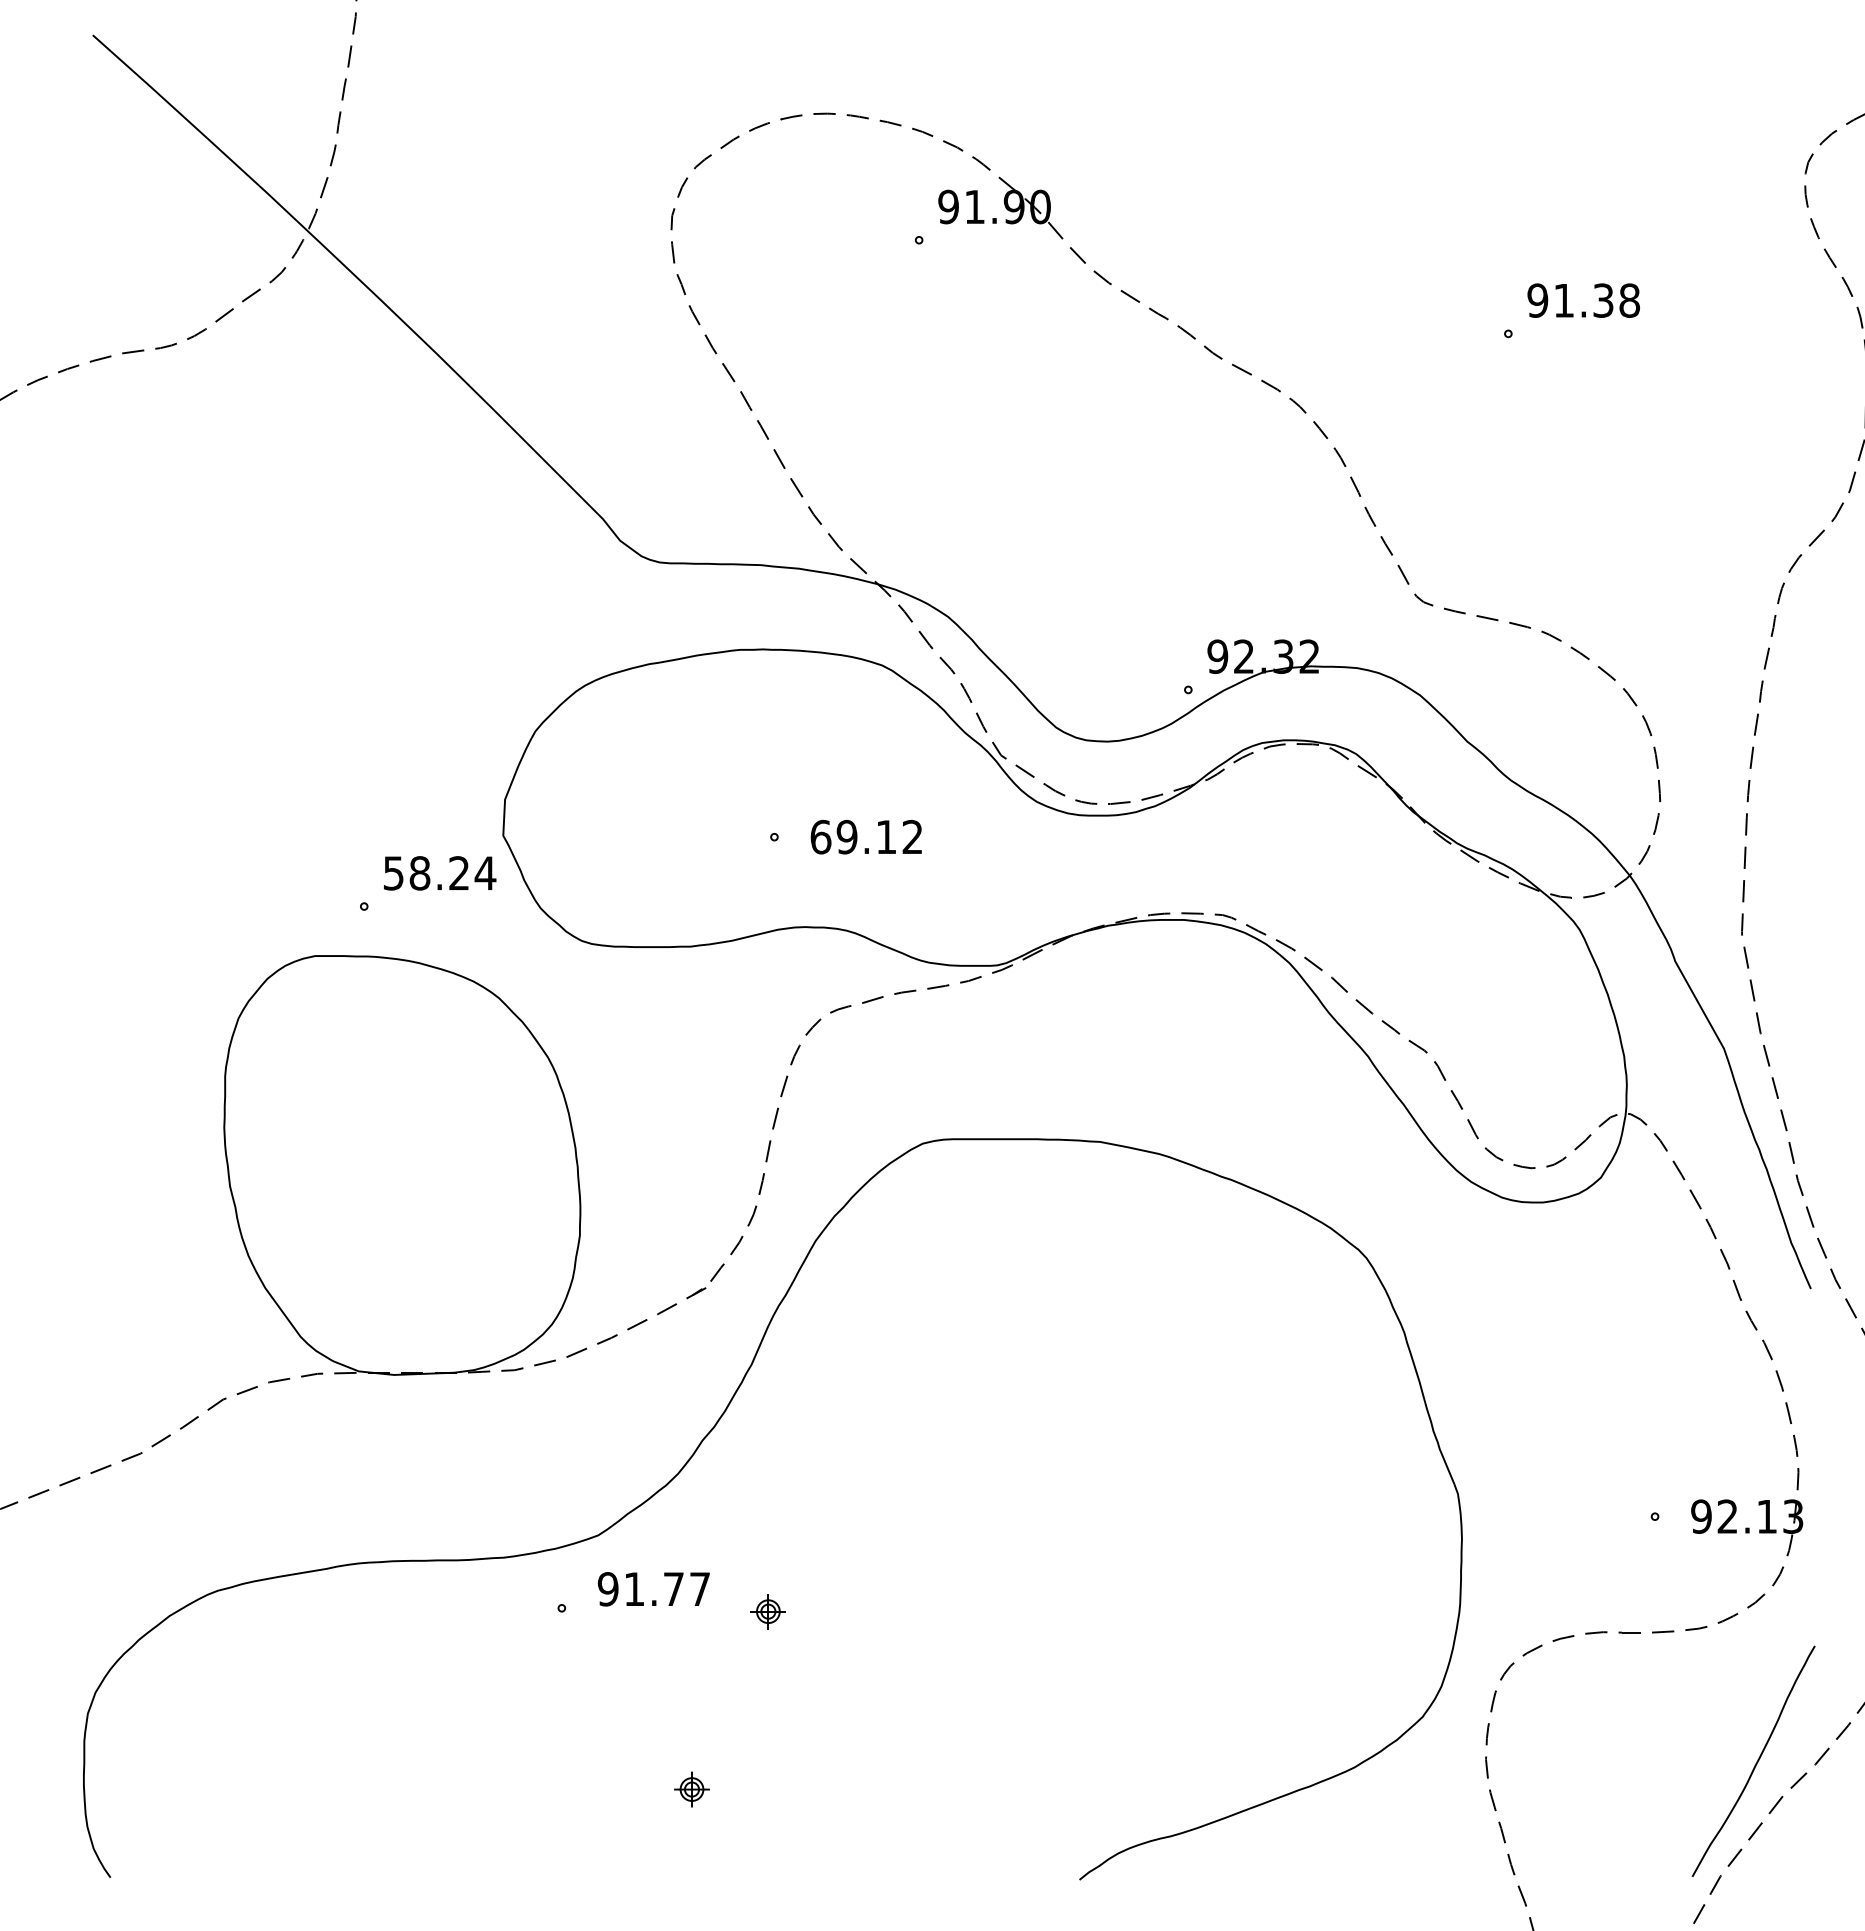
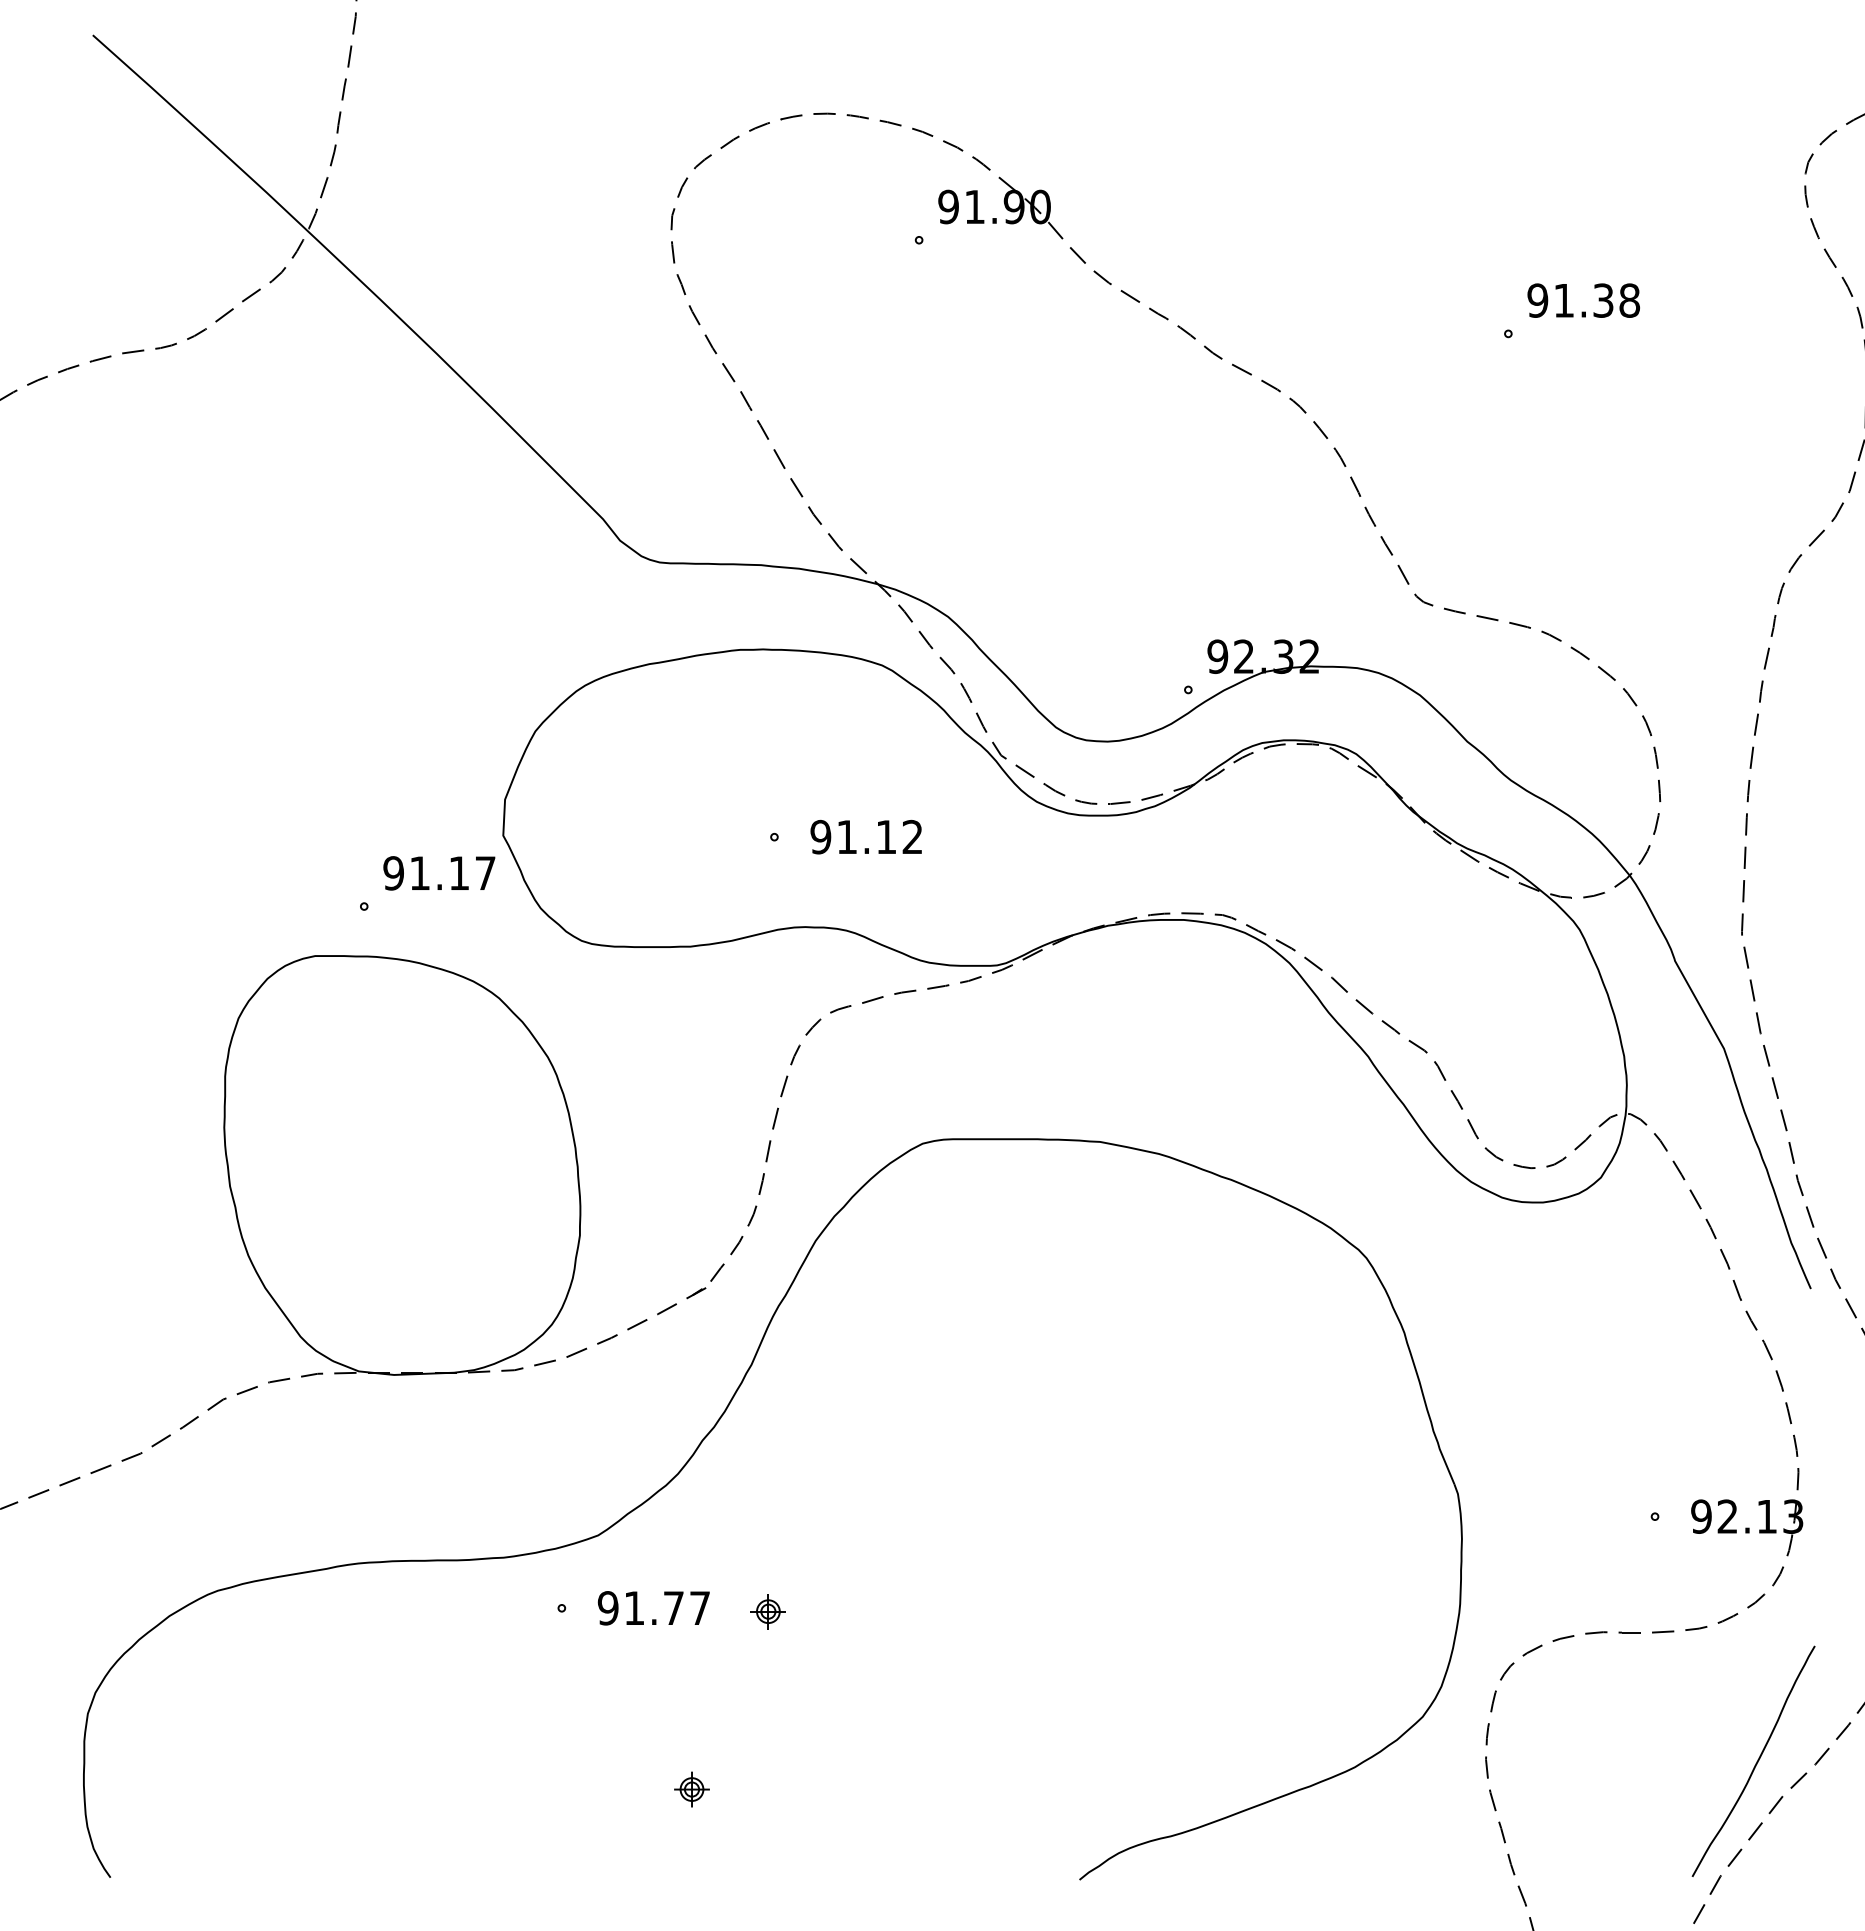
text at (833, 836): 69.12 -> 91.12
text at (439, 873): 58.24 -> 91.17
text at (653, 1589) position: (653, 1589) -> (653, 1608)
